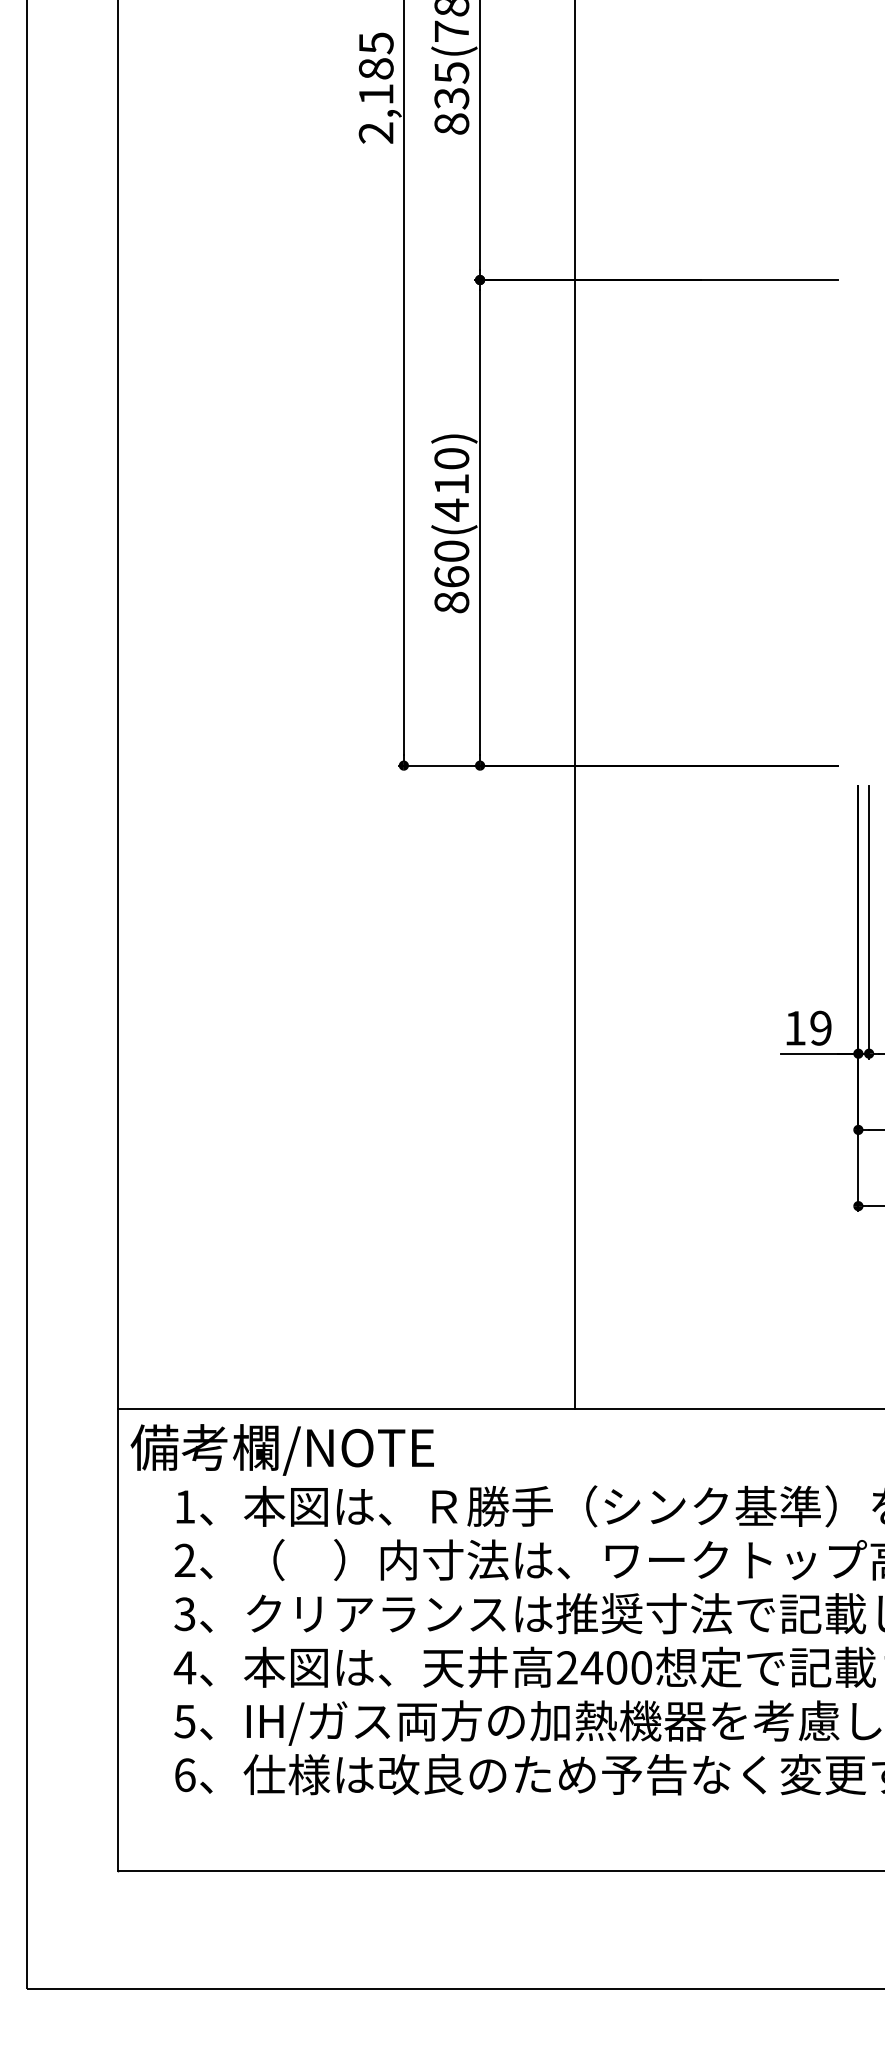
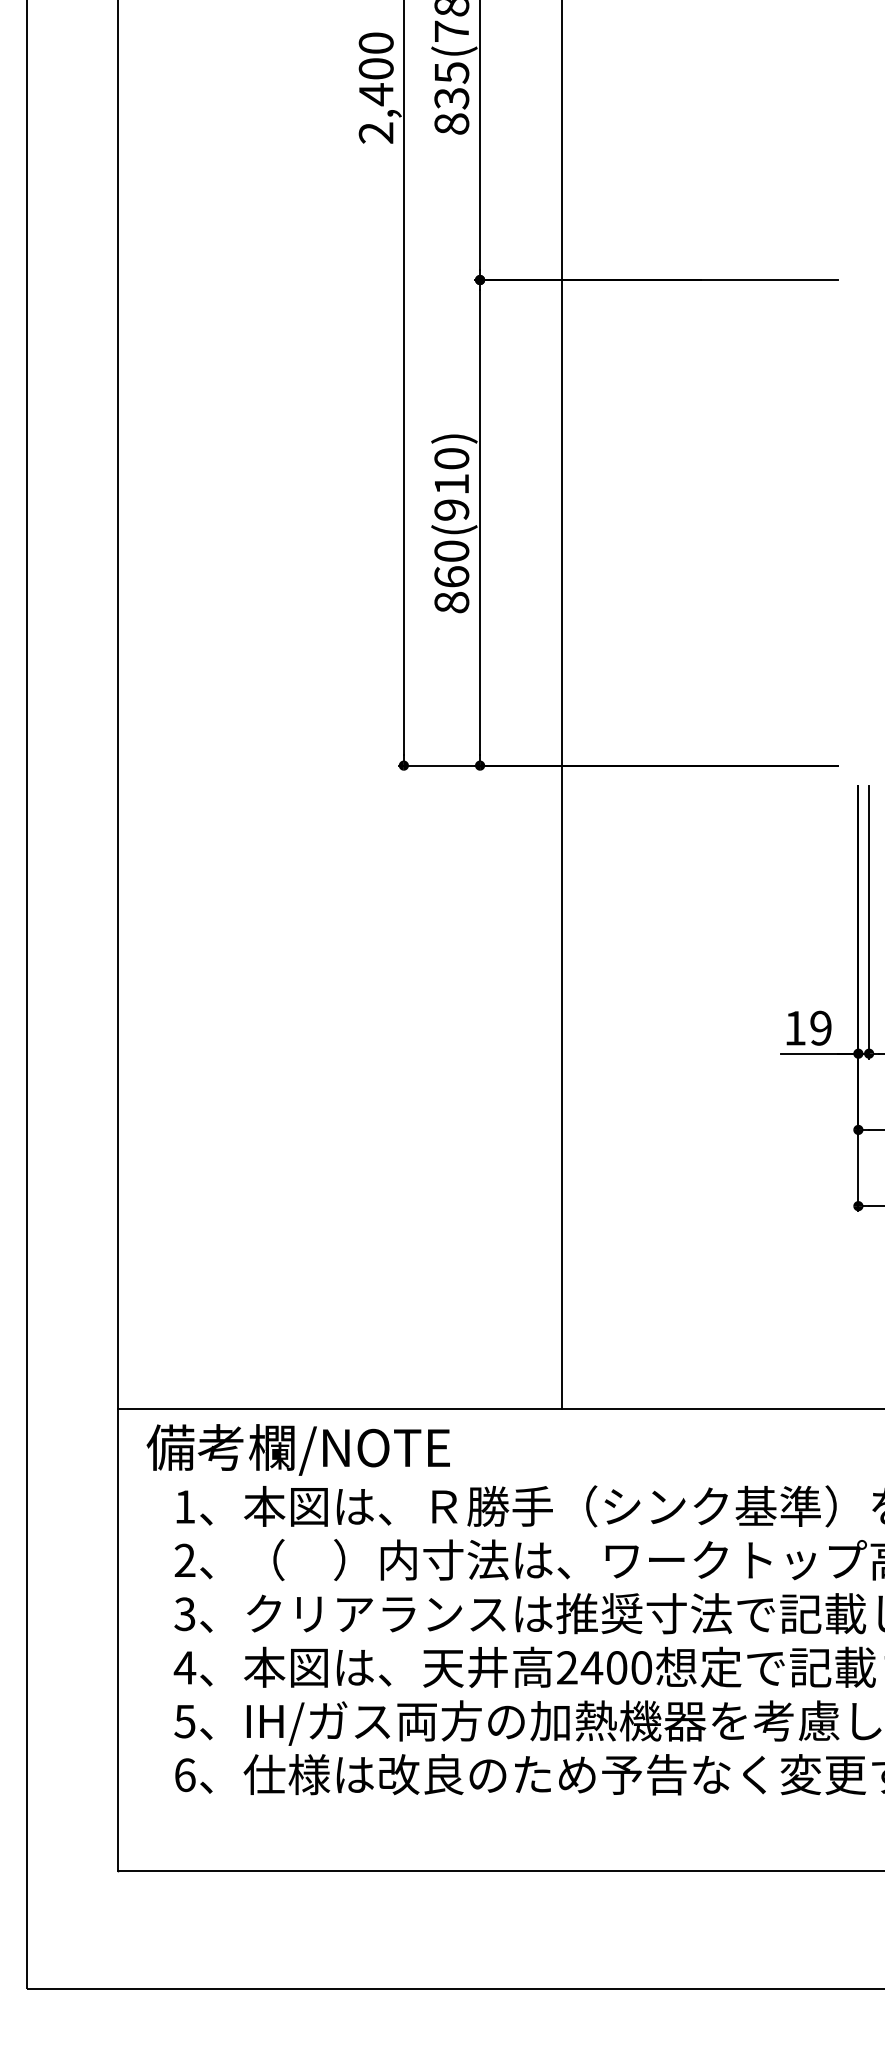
text at (375, 69): 2,185 -> 2,400
text at (451, 509): 860(410) -> 860(910)
line at (574, 705) position: (574, 705) -> (561, 705)
text at (281, 1449) position: (281, 1449) -> (297, 1449)
